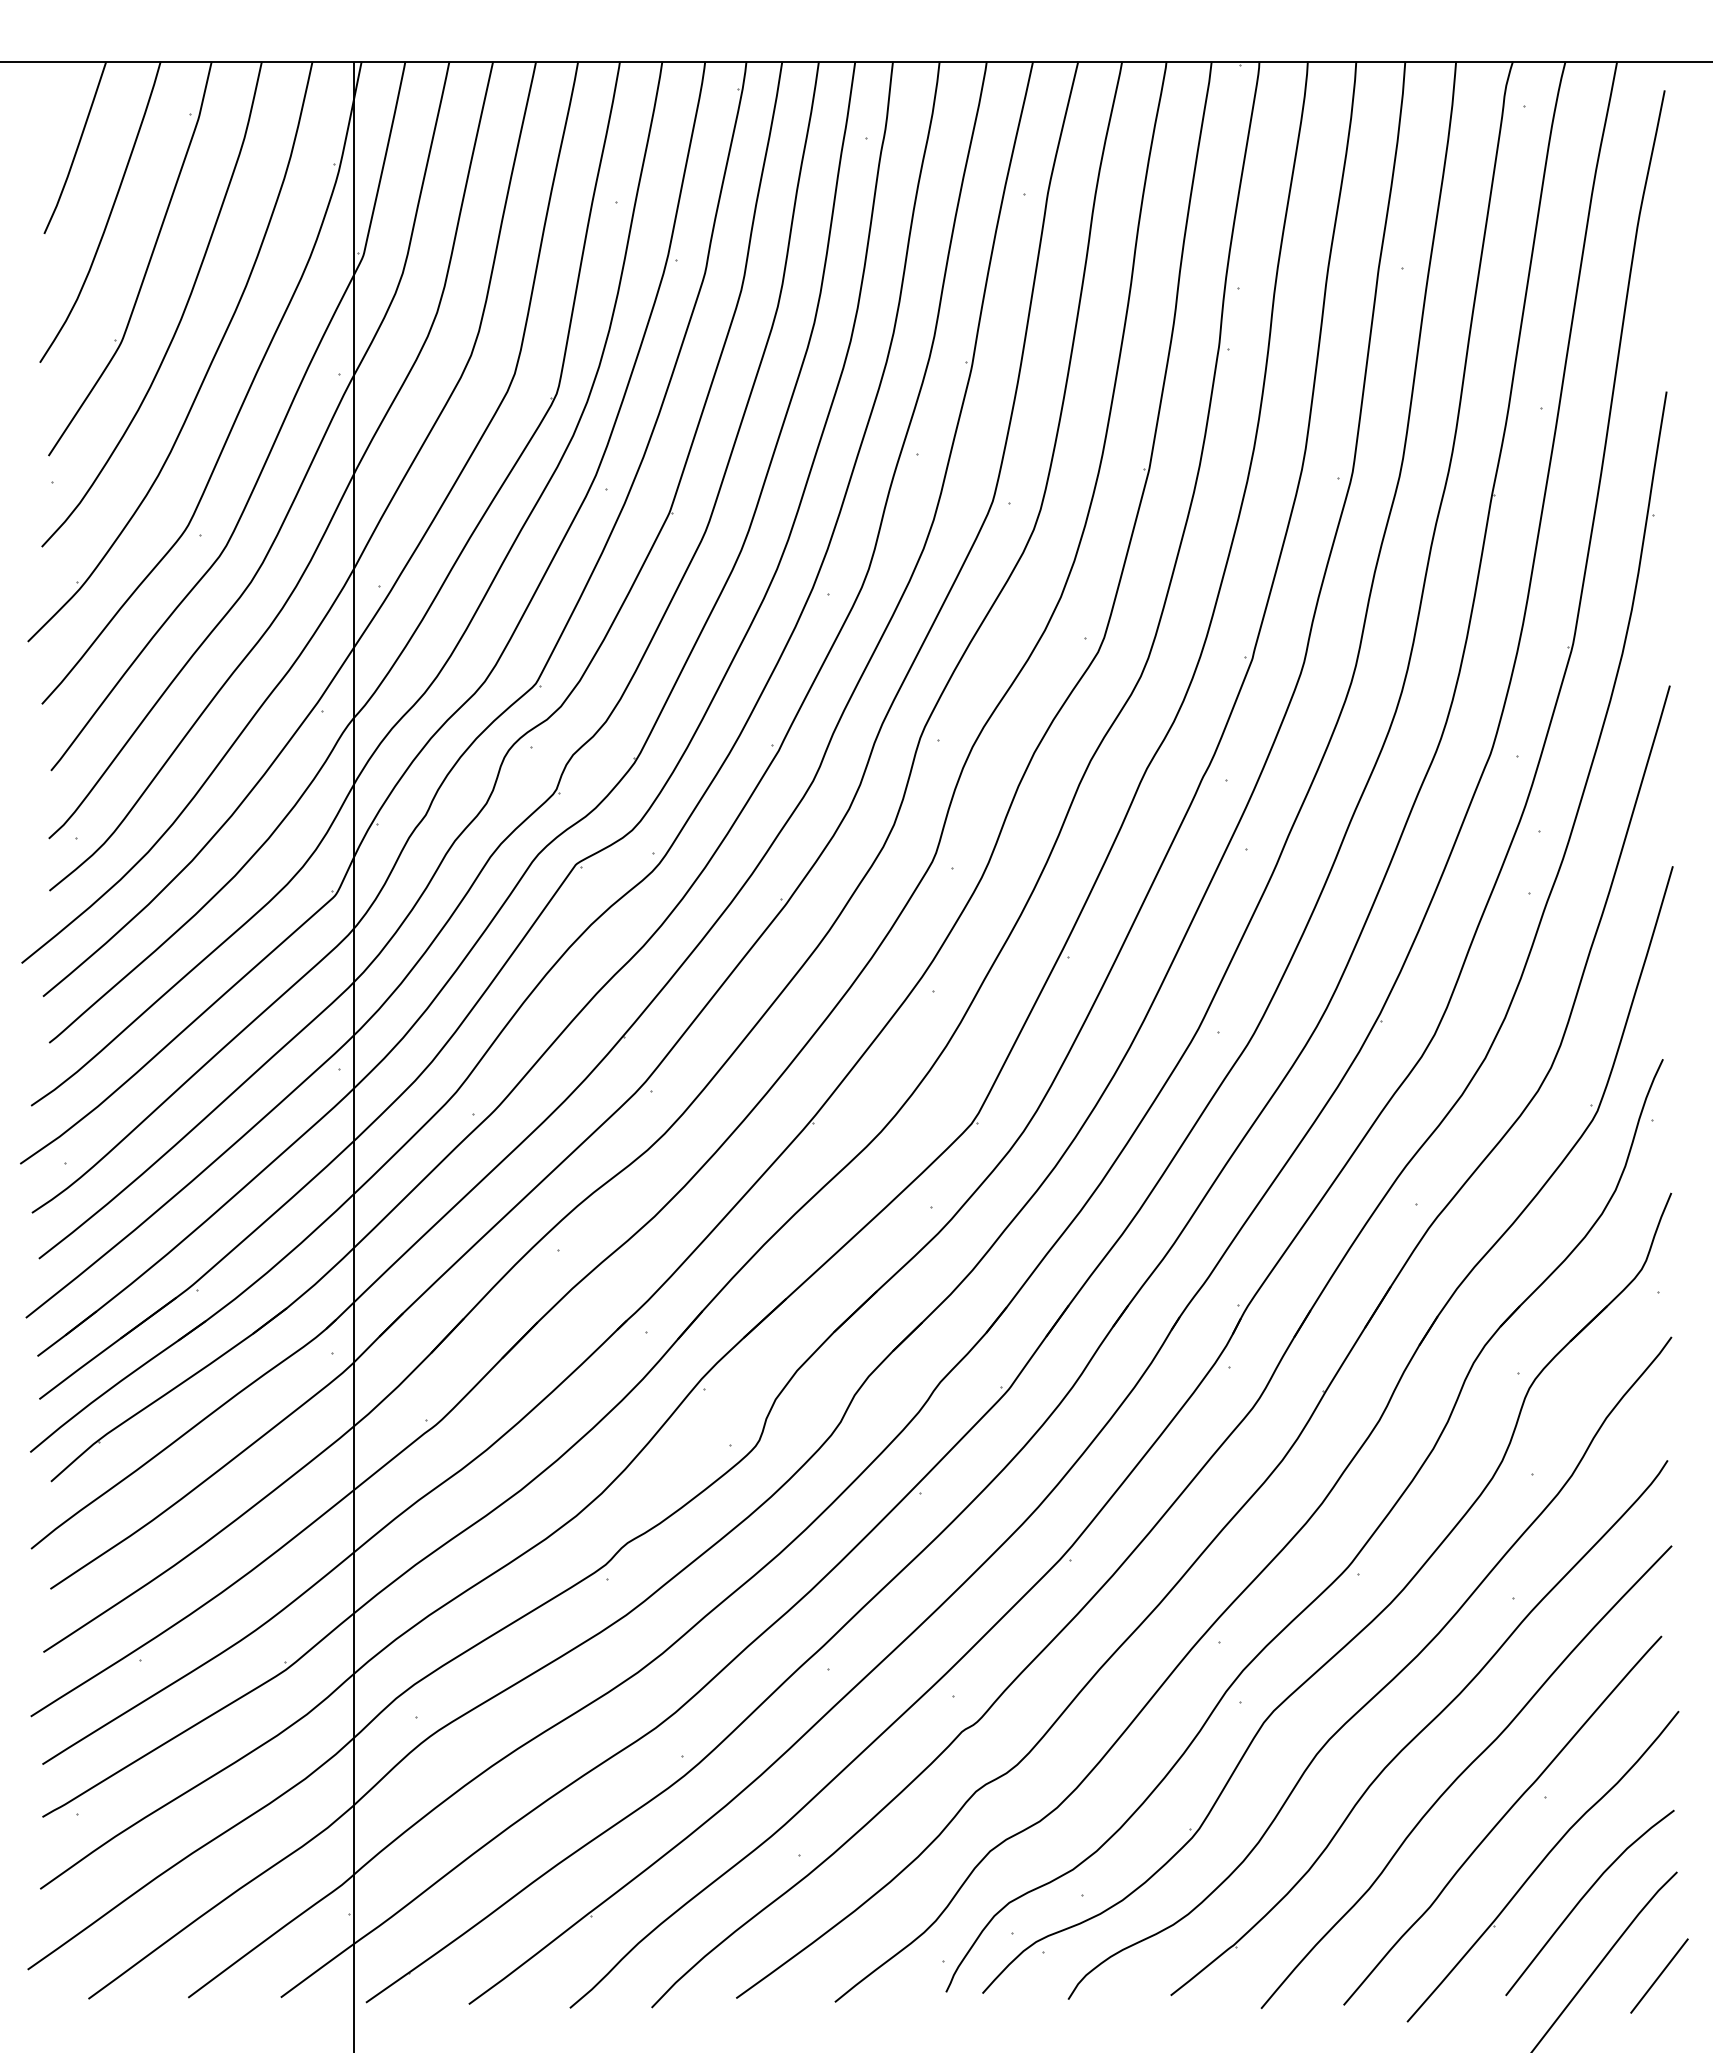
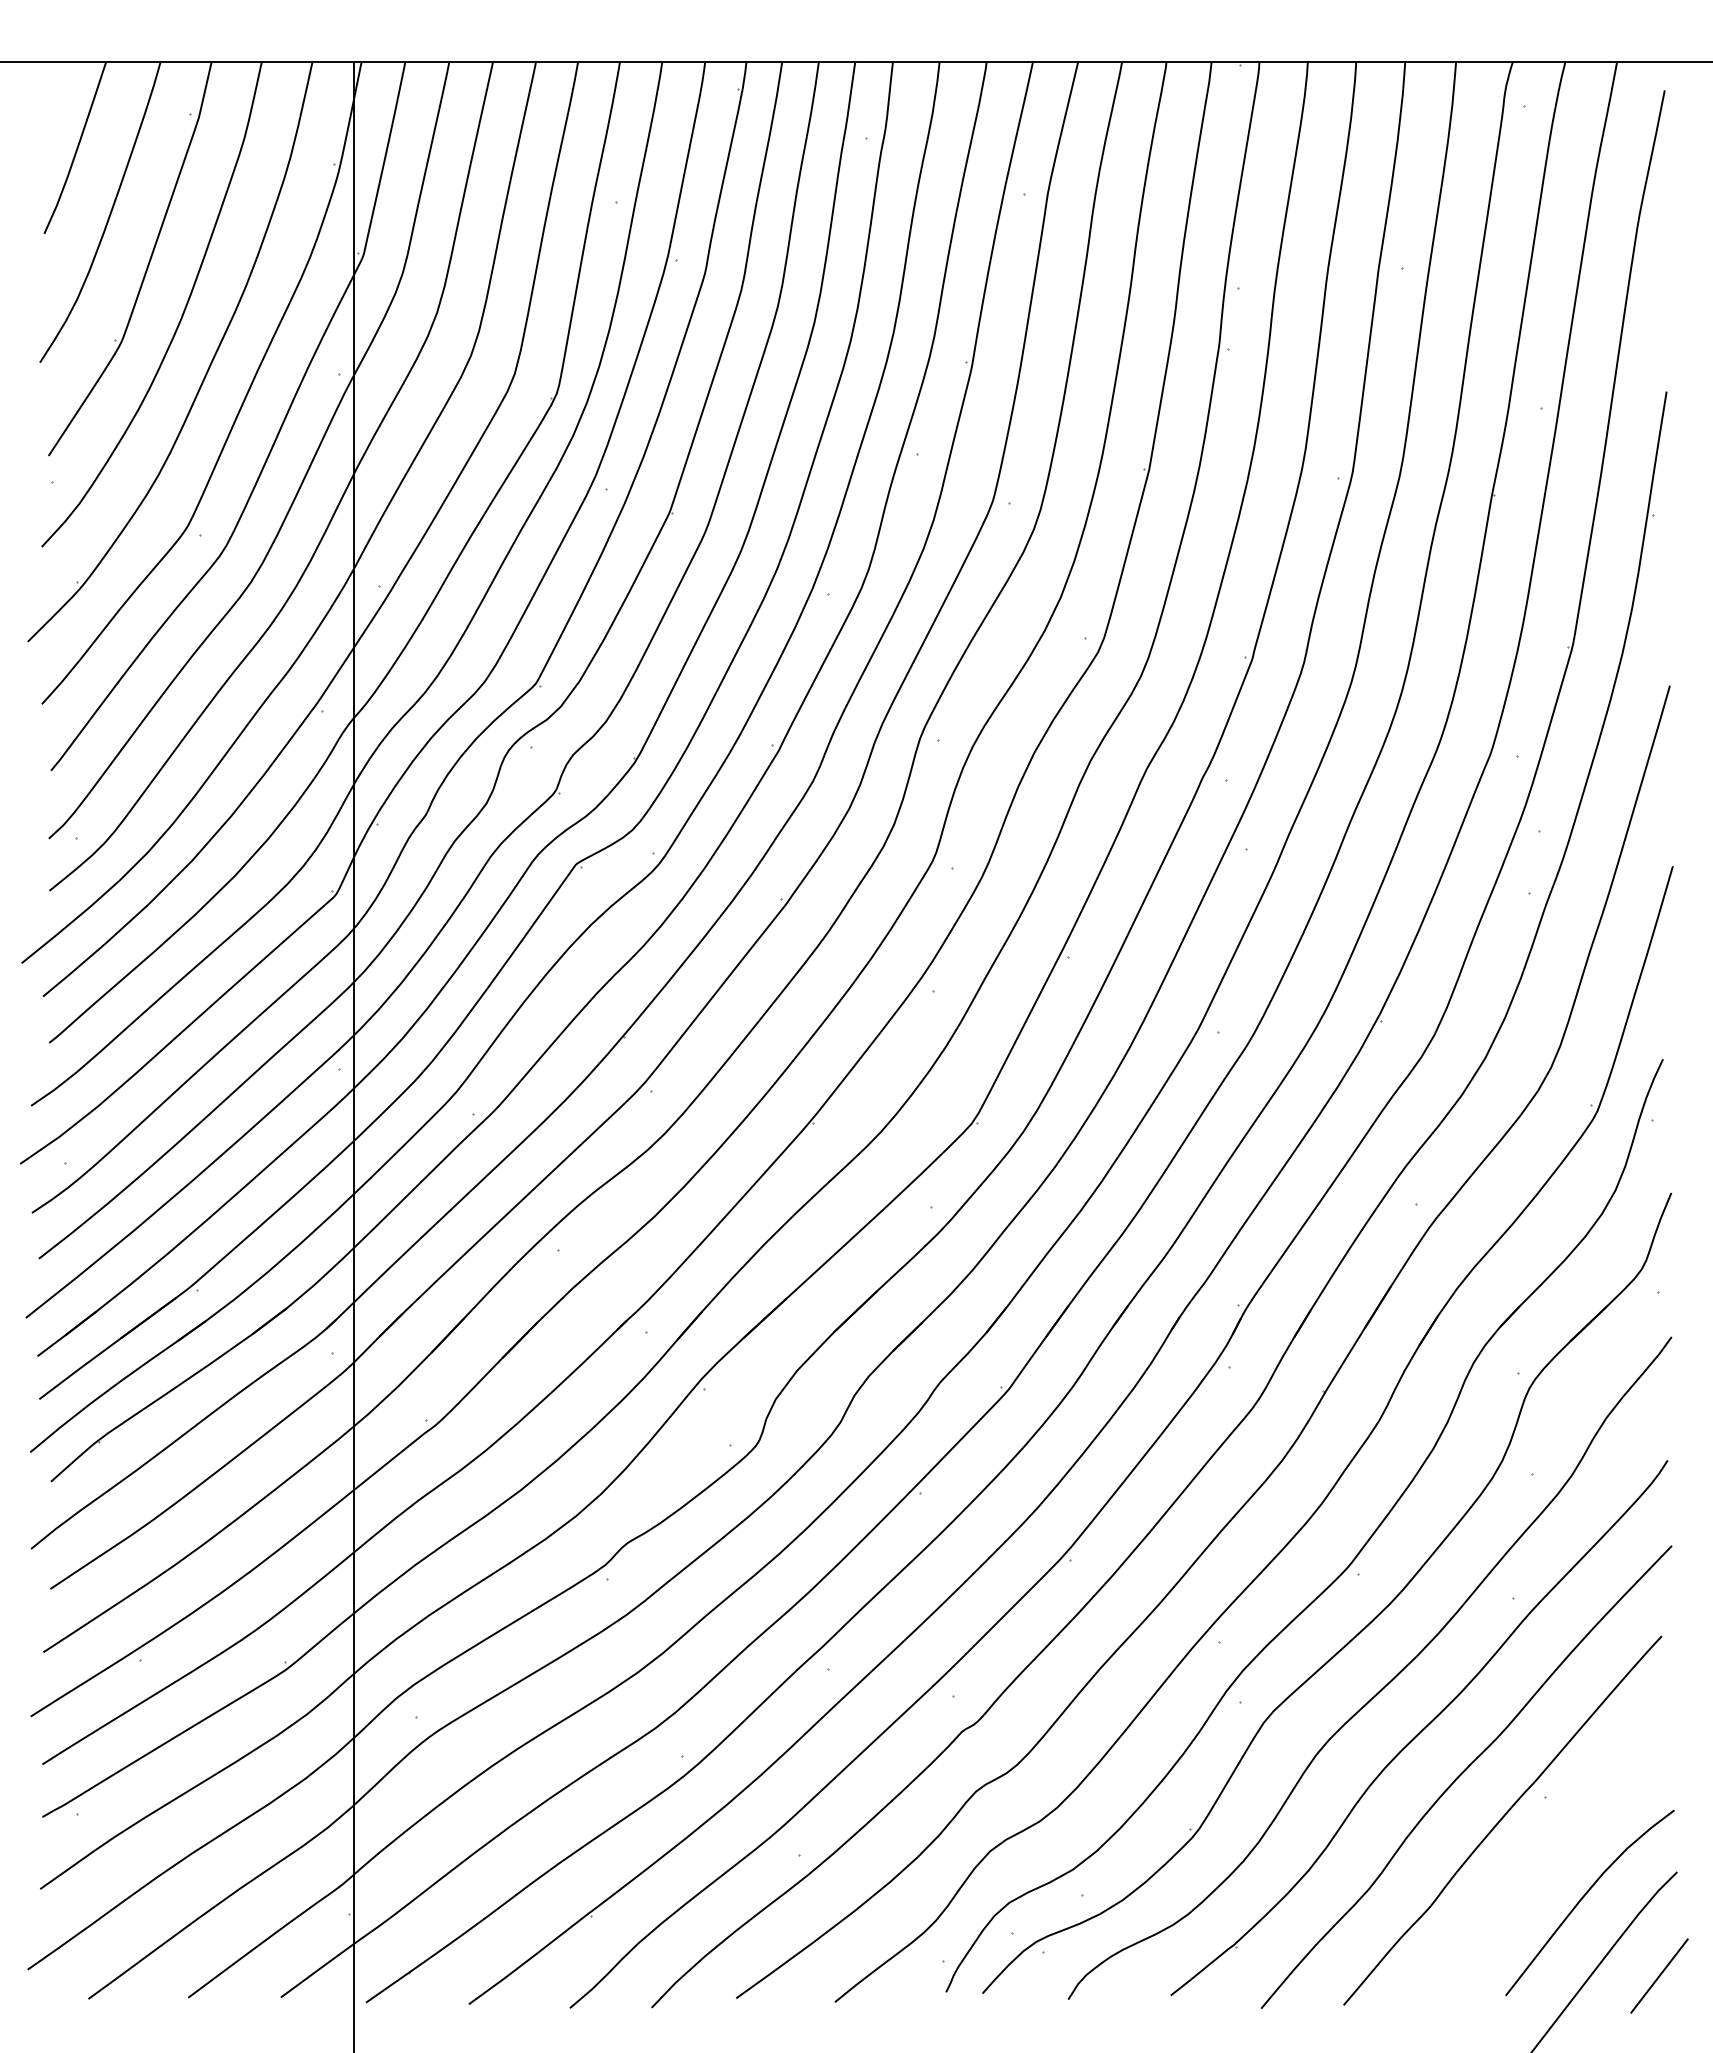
part at (1542, 1866): present -> none
